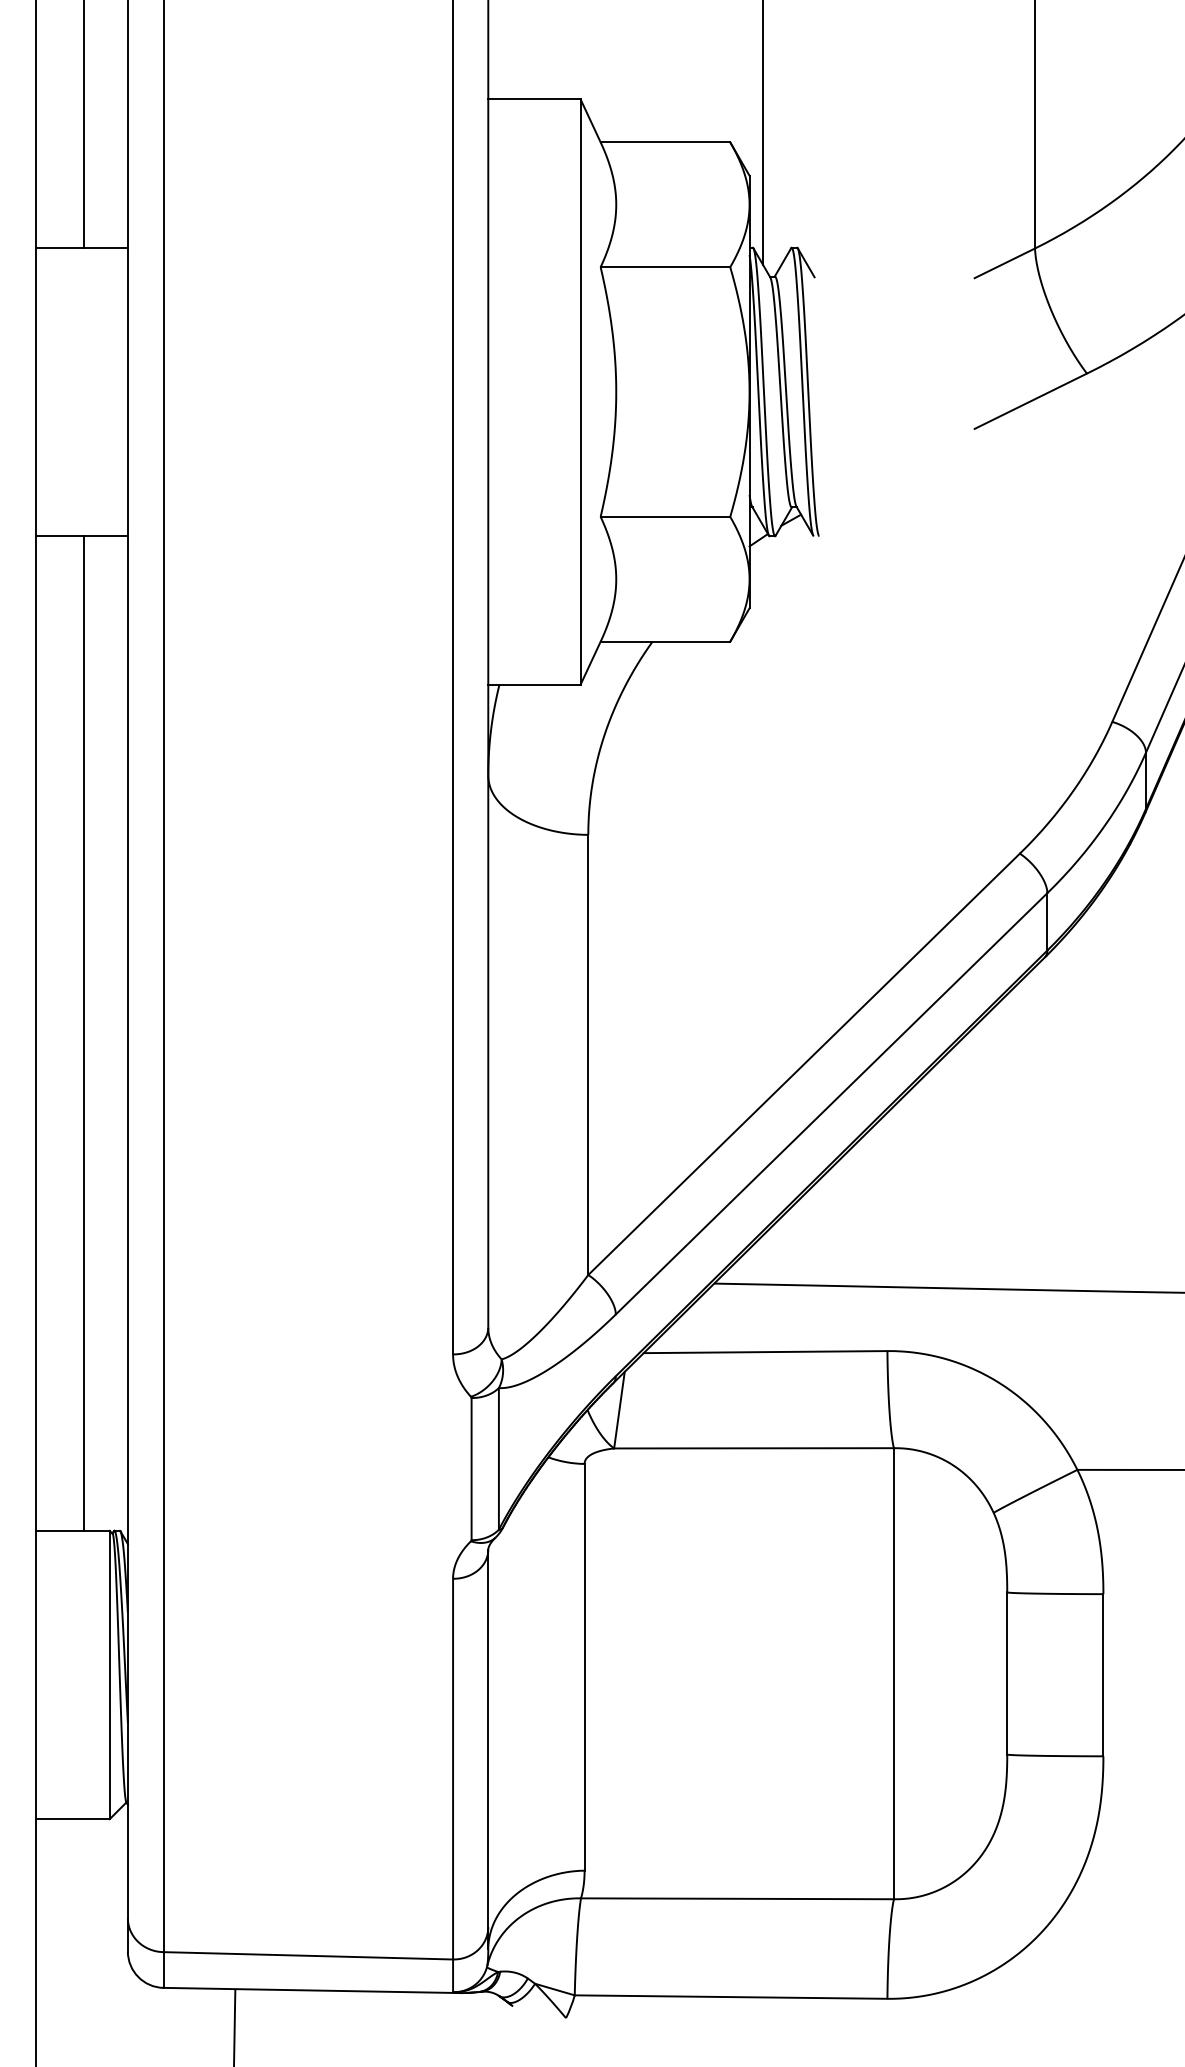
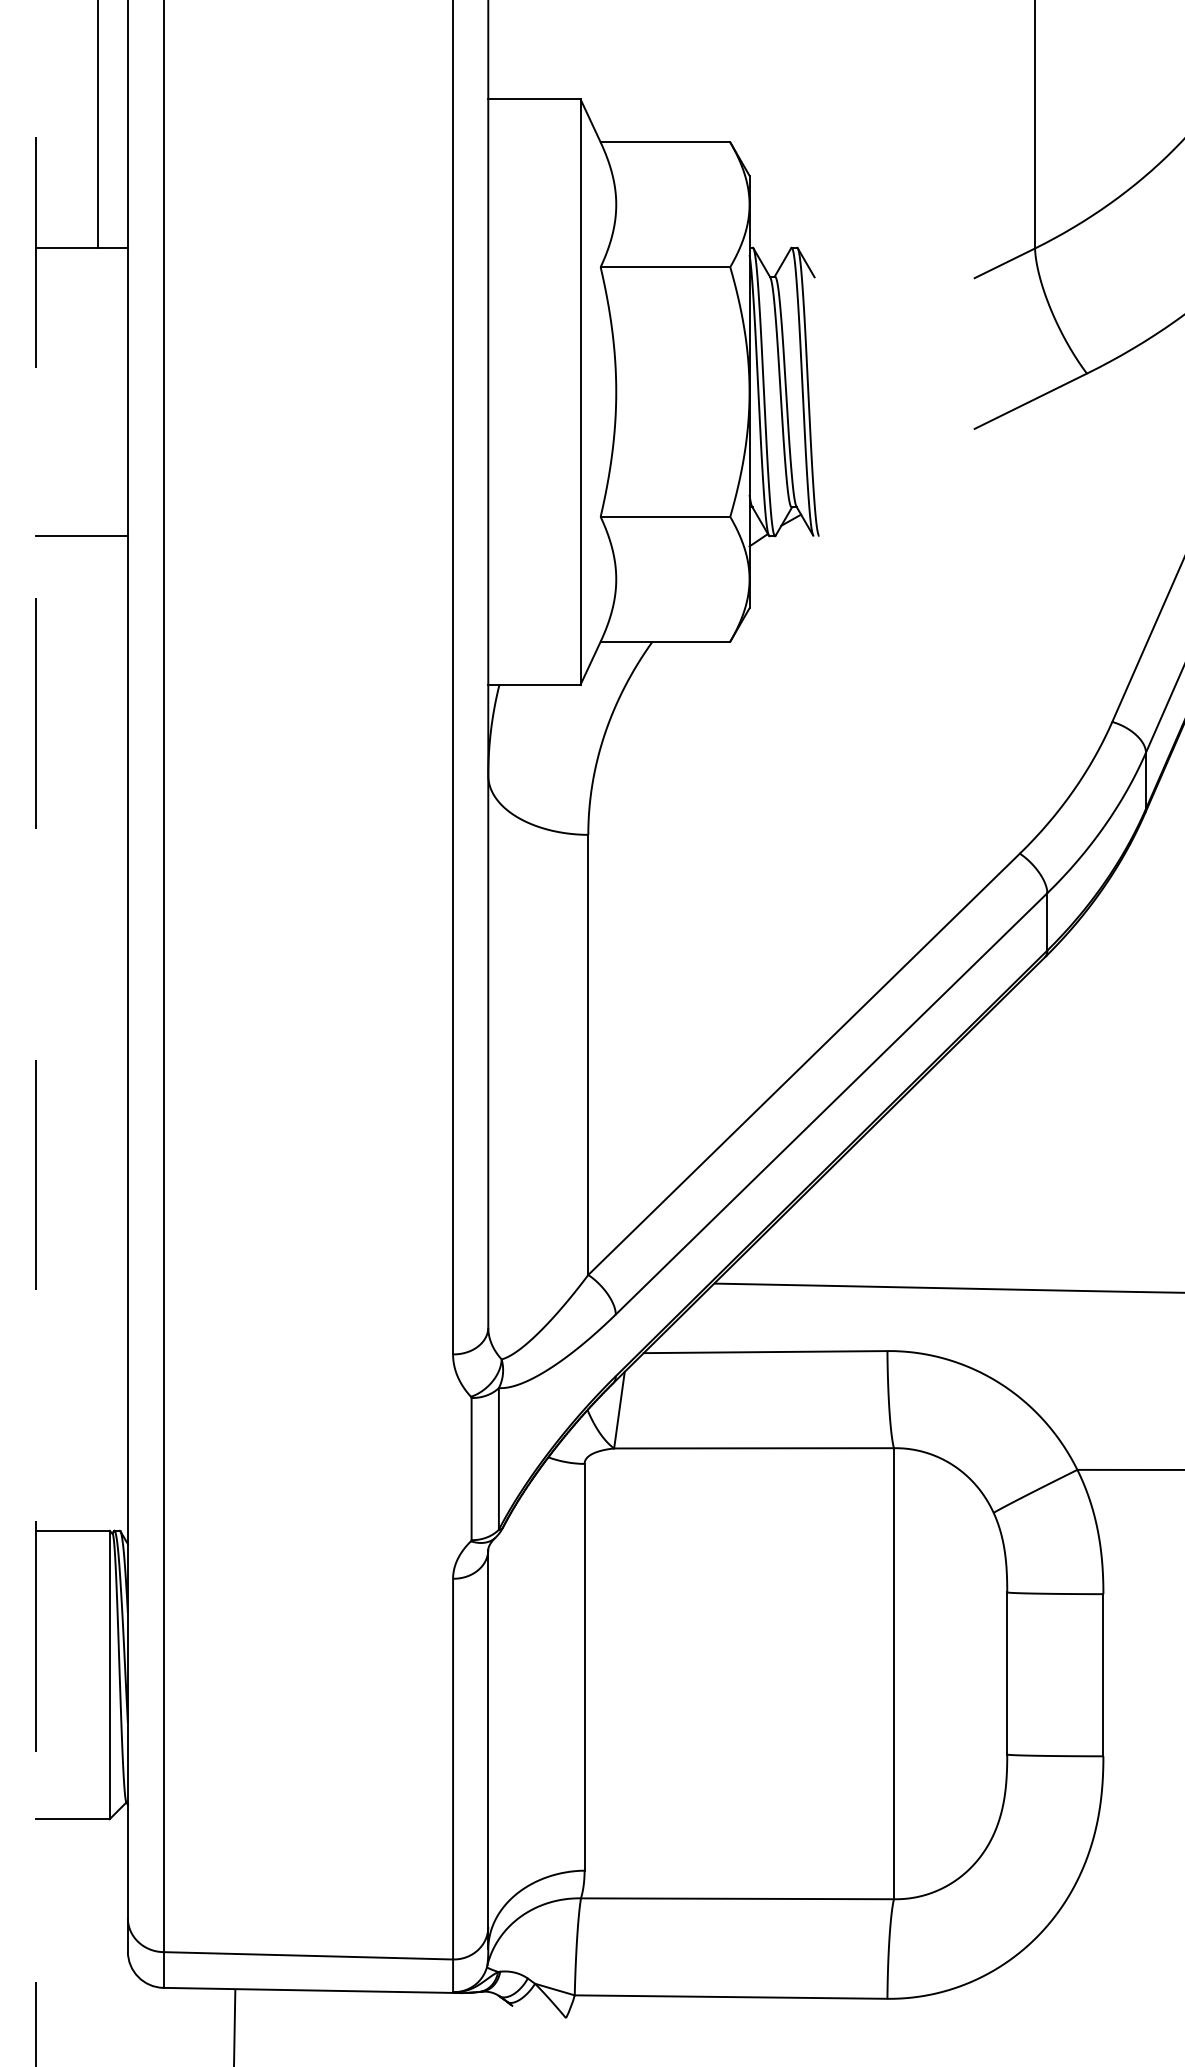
line at (83, 124) position: (83, 124) -> (97, 124)
line at (763, 133): present -> none
line at (35, 1033): solid -> dashed
line at (83, 1033): present -> none
